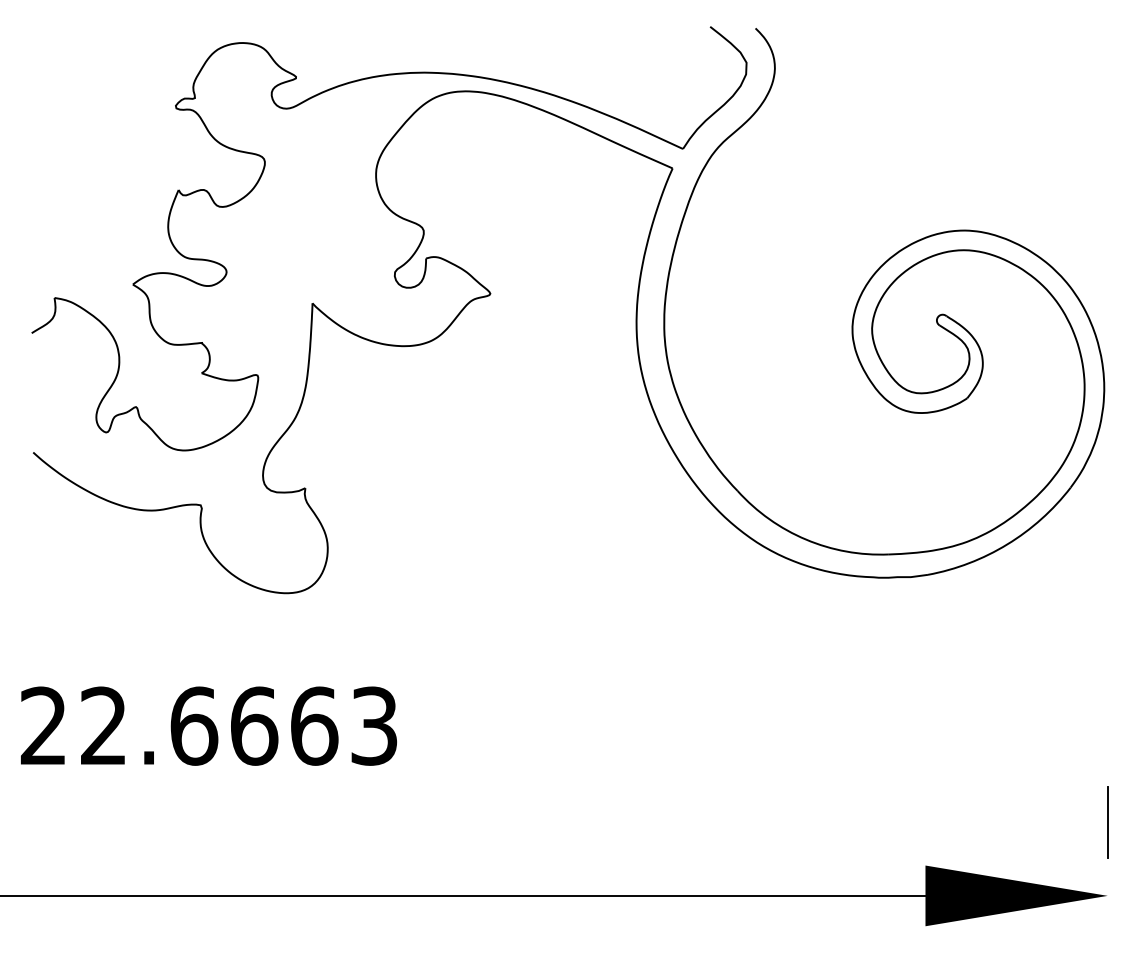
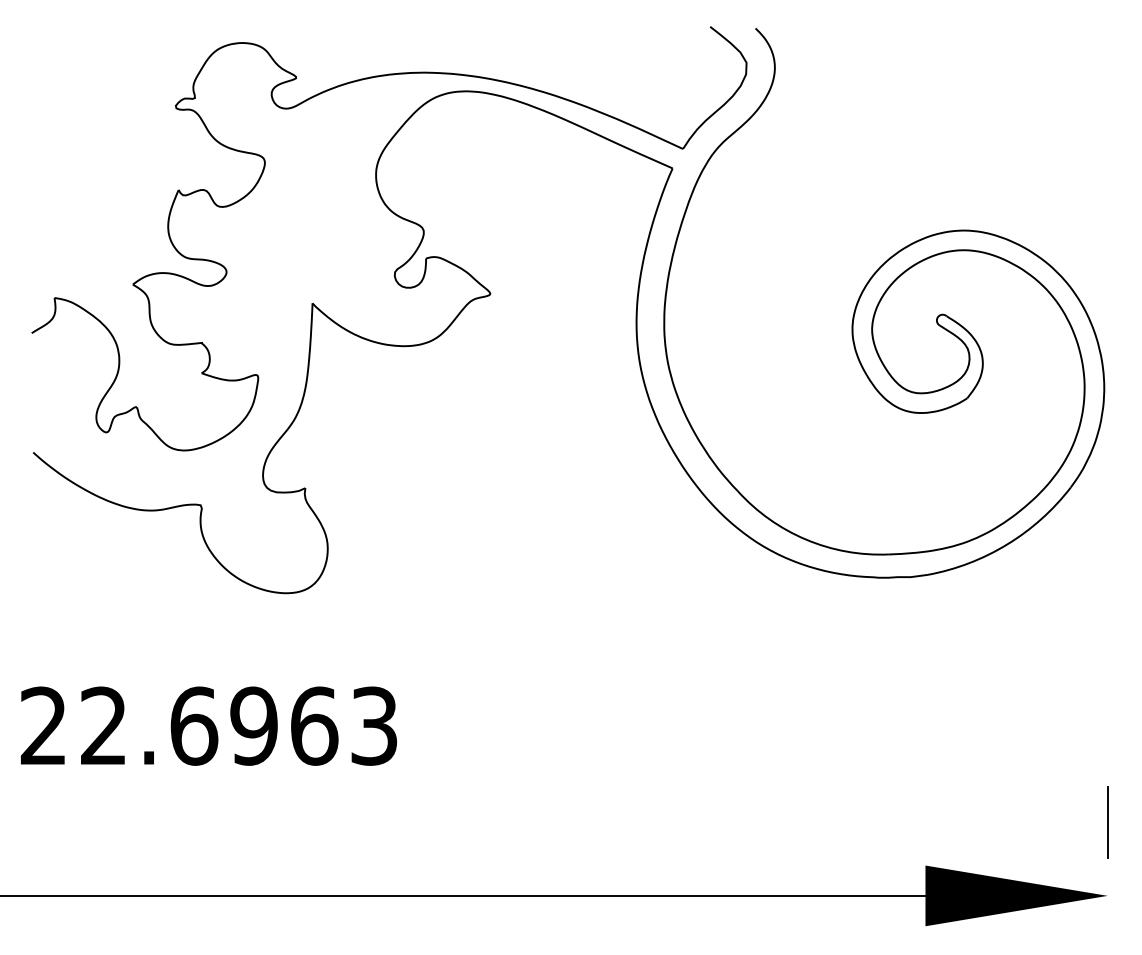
text at (254, 725): 22.6663 -> 22.6963
